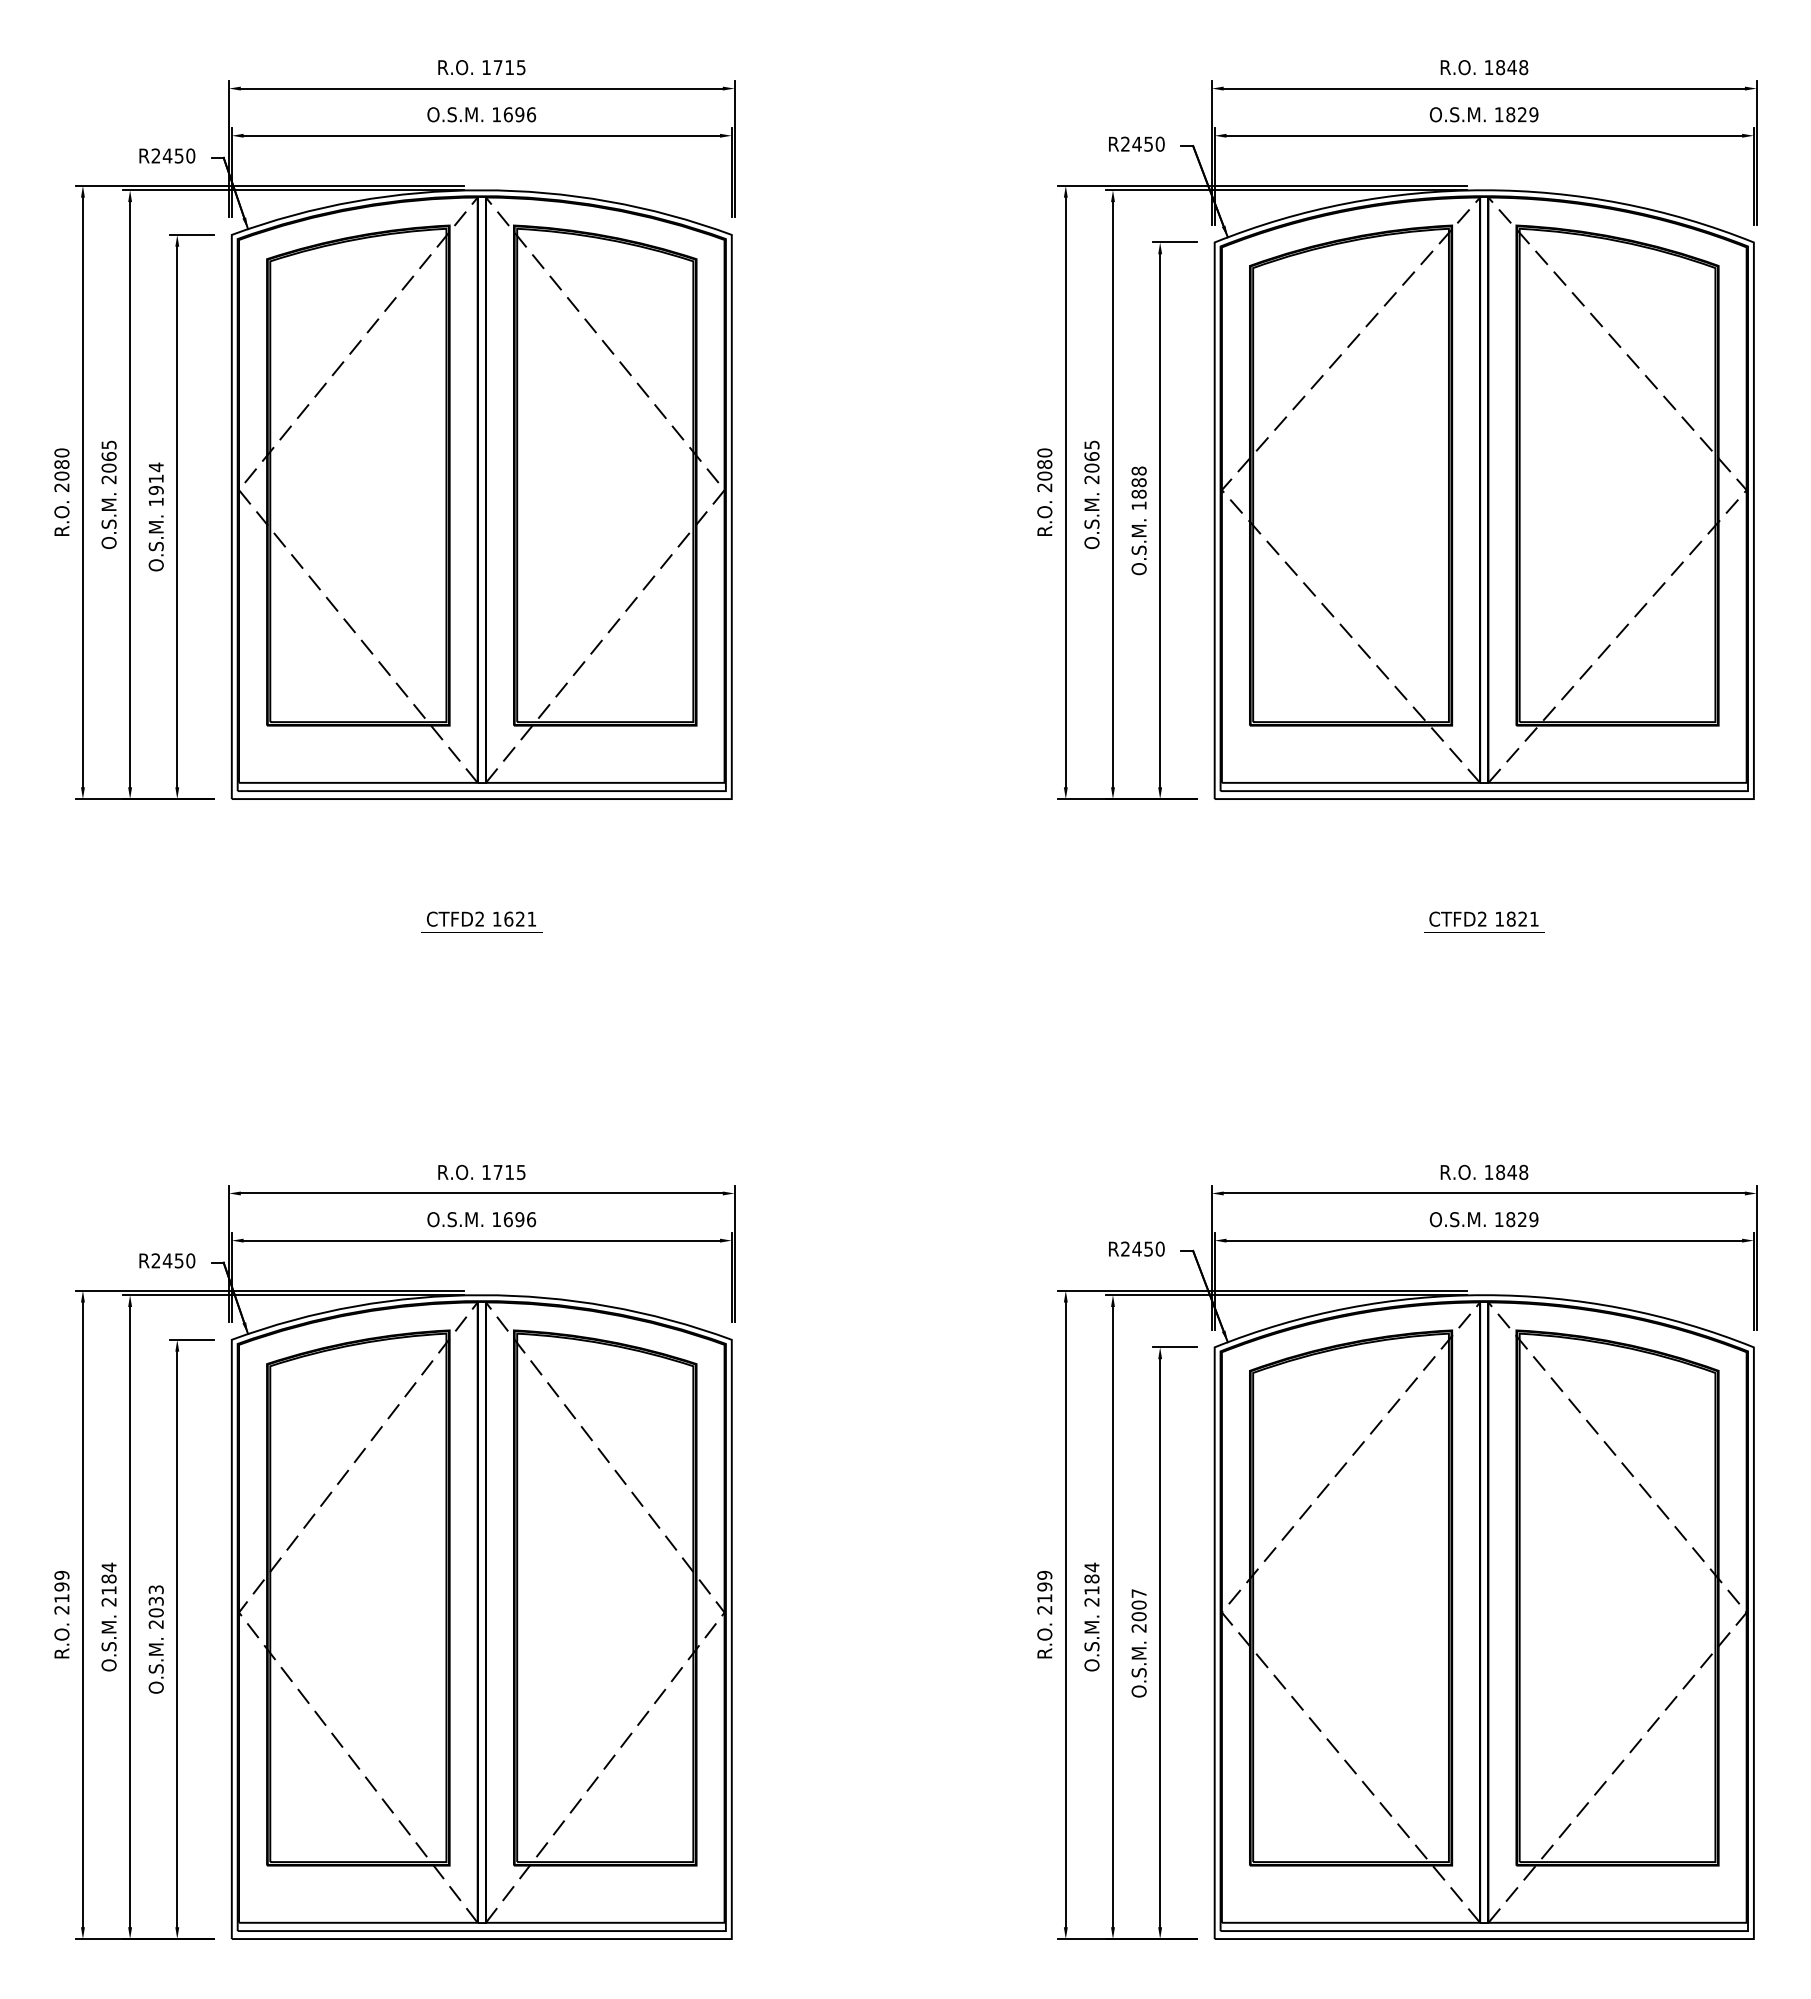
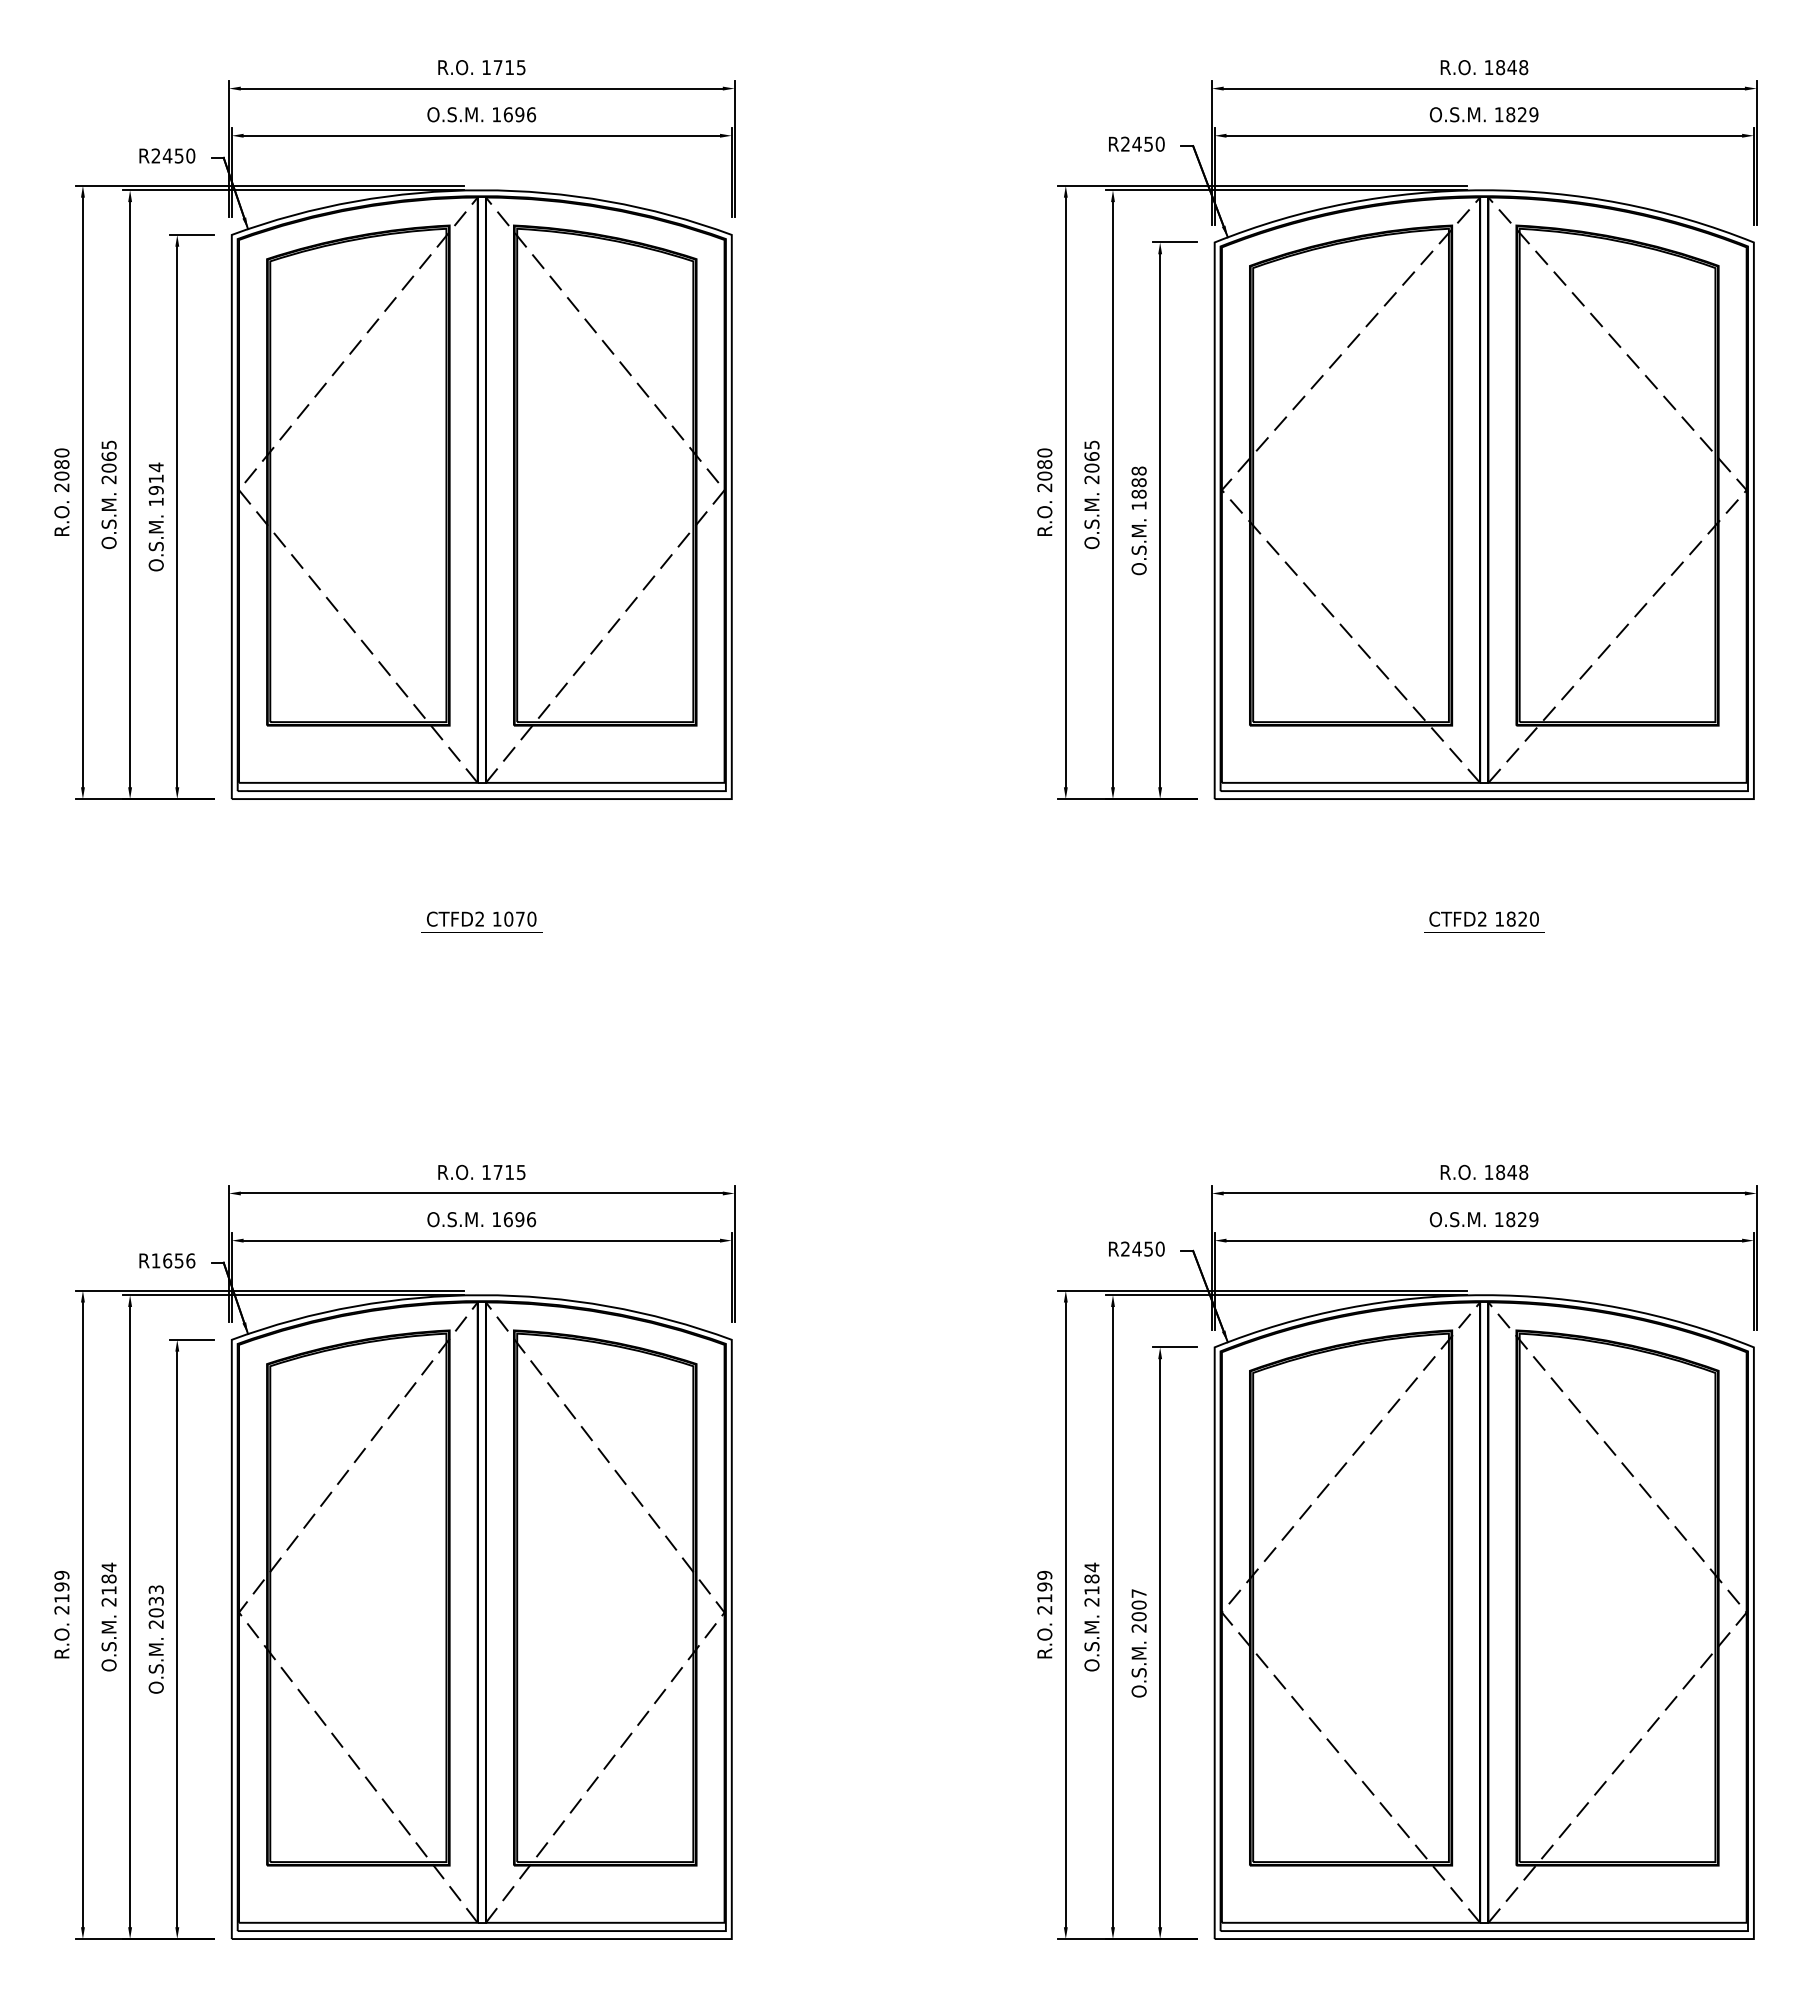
text at (520, 918): 1621 -> 1070
text at (1534, 918): 1821 -> 1820
text at (173, 1260): R2450 -> R1656
